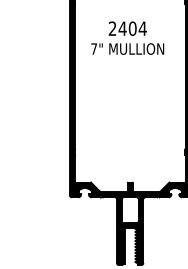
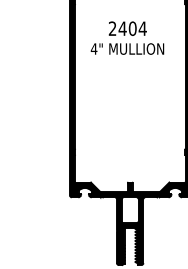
text at (93, 48): 7" -> 4"
